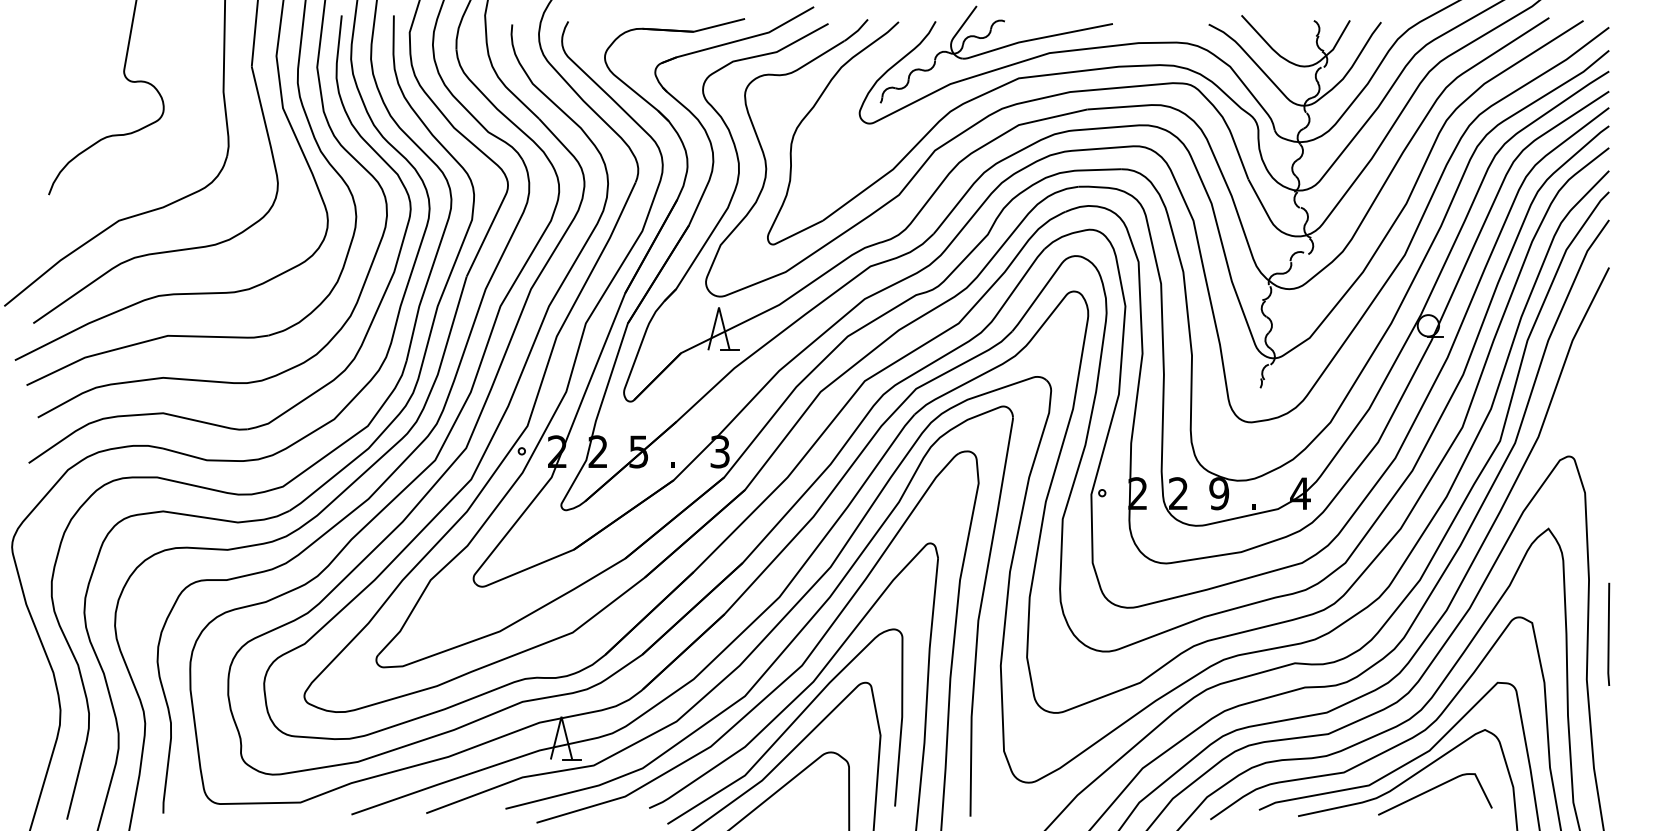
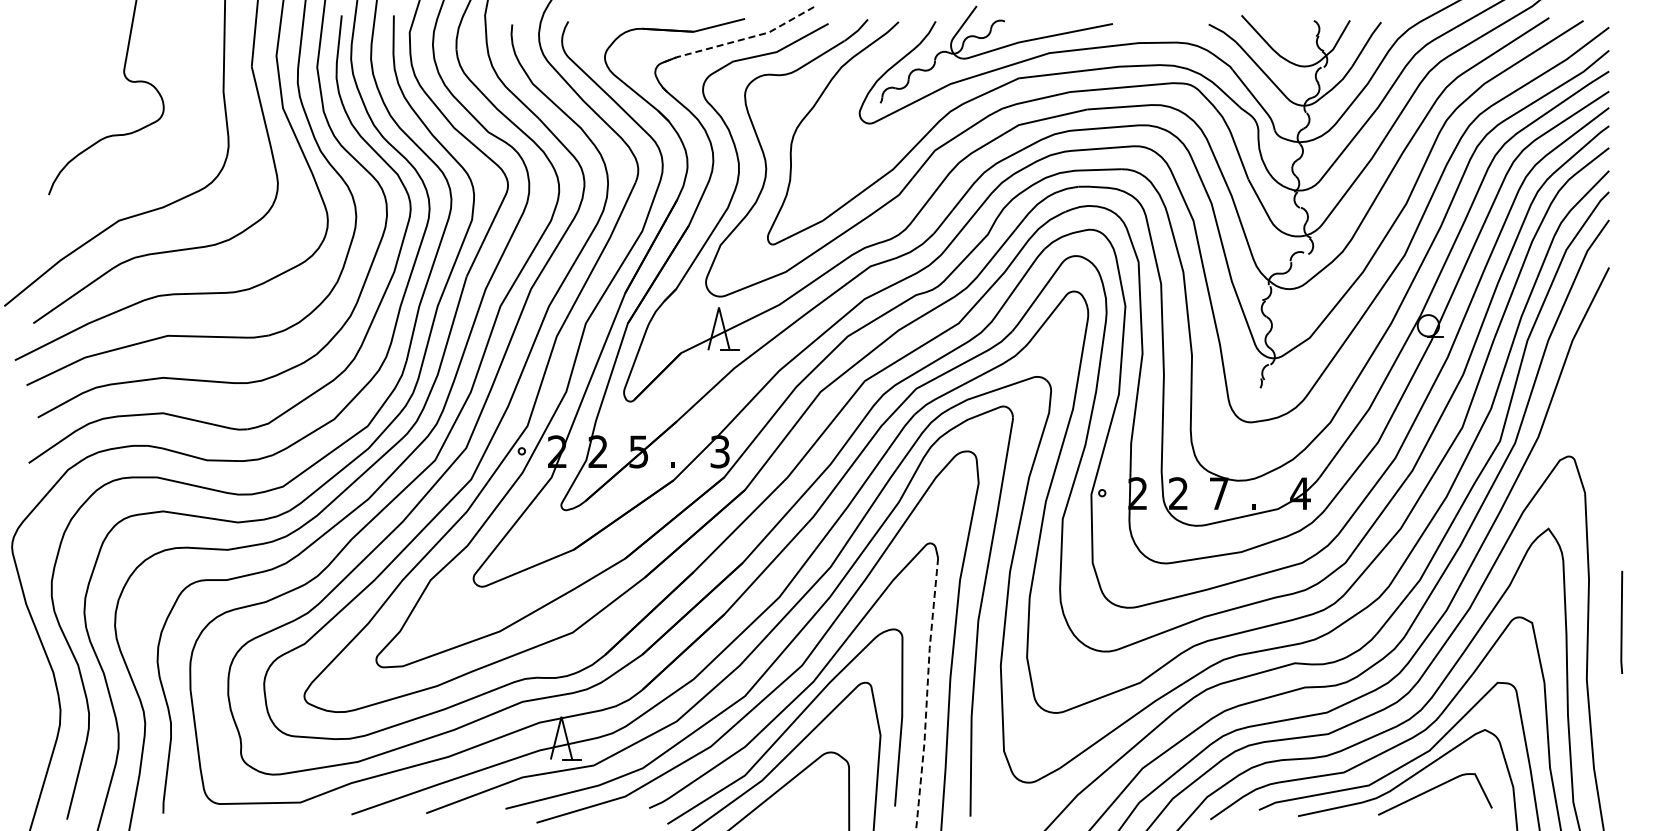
line at (740, 40): solid -> dashed
text at (1219, 493): 9 -> 7
line at (1608, 633) position: (1608, 633) -> (1621, 621)
line at (927, 695): solid -> dashed
